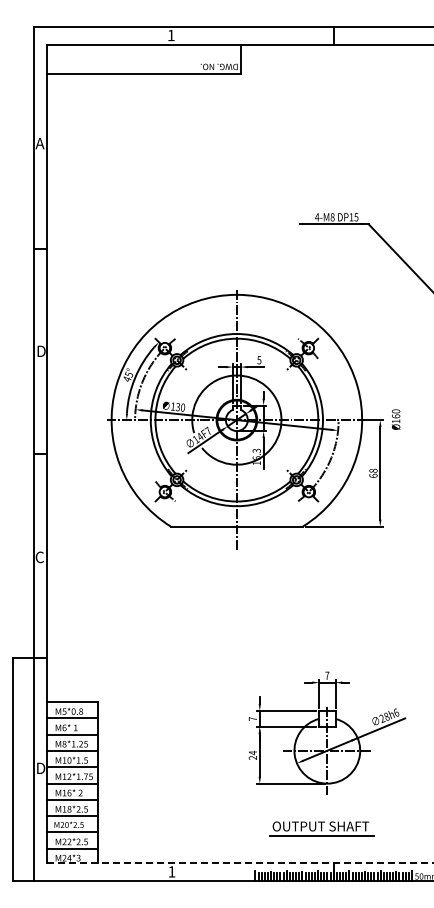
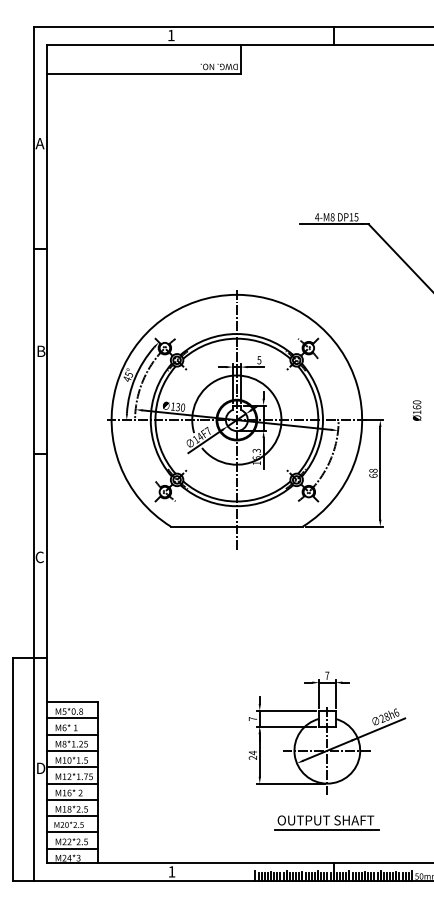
text at (42, 351): D -> B
text at (396, 419) position: (396, 419) -> (417, 410)
part at (321, 828) position: (321, 828) -> (326, 822)
line at (240, 862): dashed -> solid
